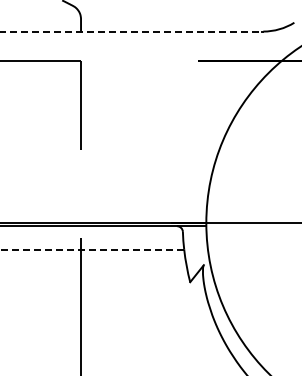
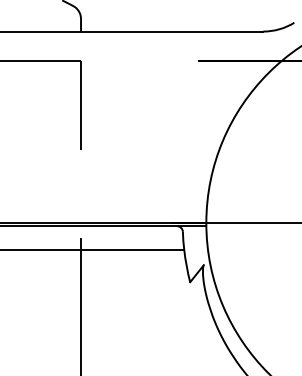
line at (131, 31): dashed -> solid
line at (92, 249): dashed -> solid
